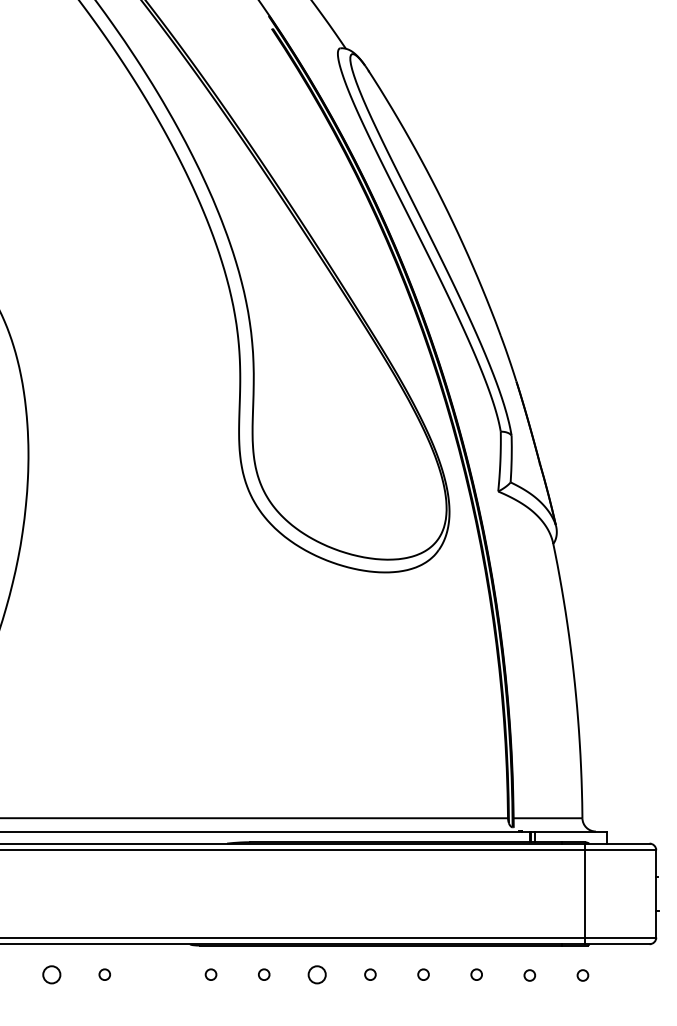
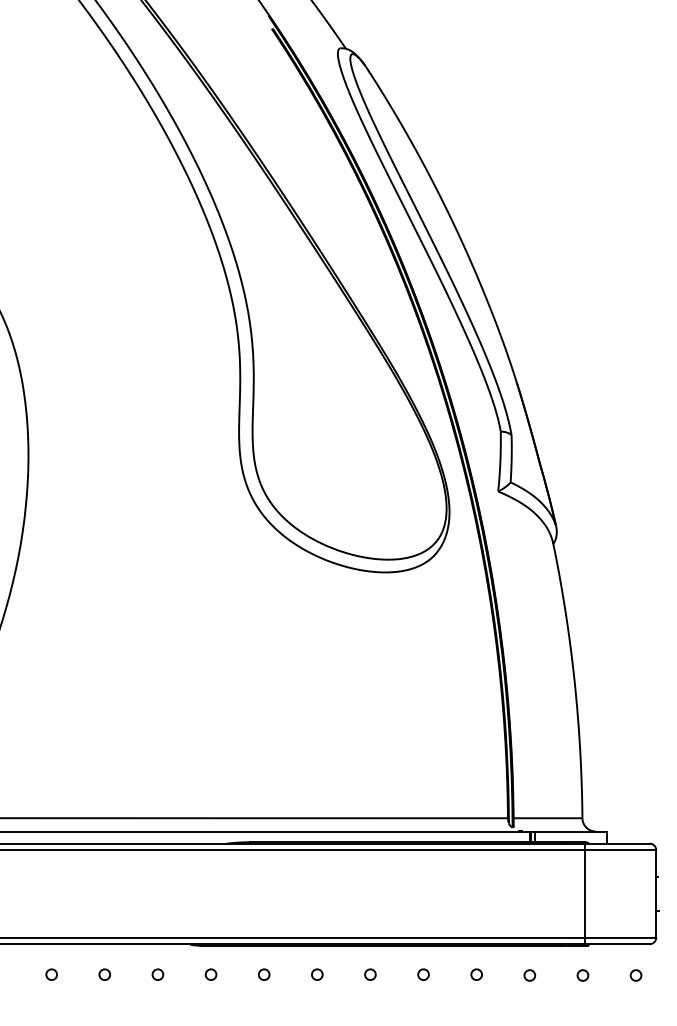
circle at (51, 974) size: 20x20 px -> 13x13 px
circle at (157, 974): none -> present
circle at (316, 974) size: 20x20 px -> 13x13 px
circle at (635, 975): none -> present
